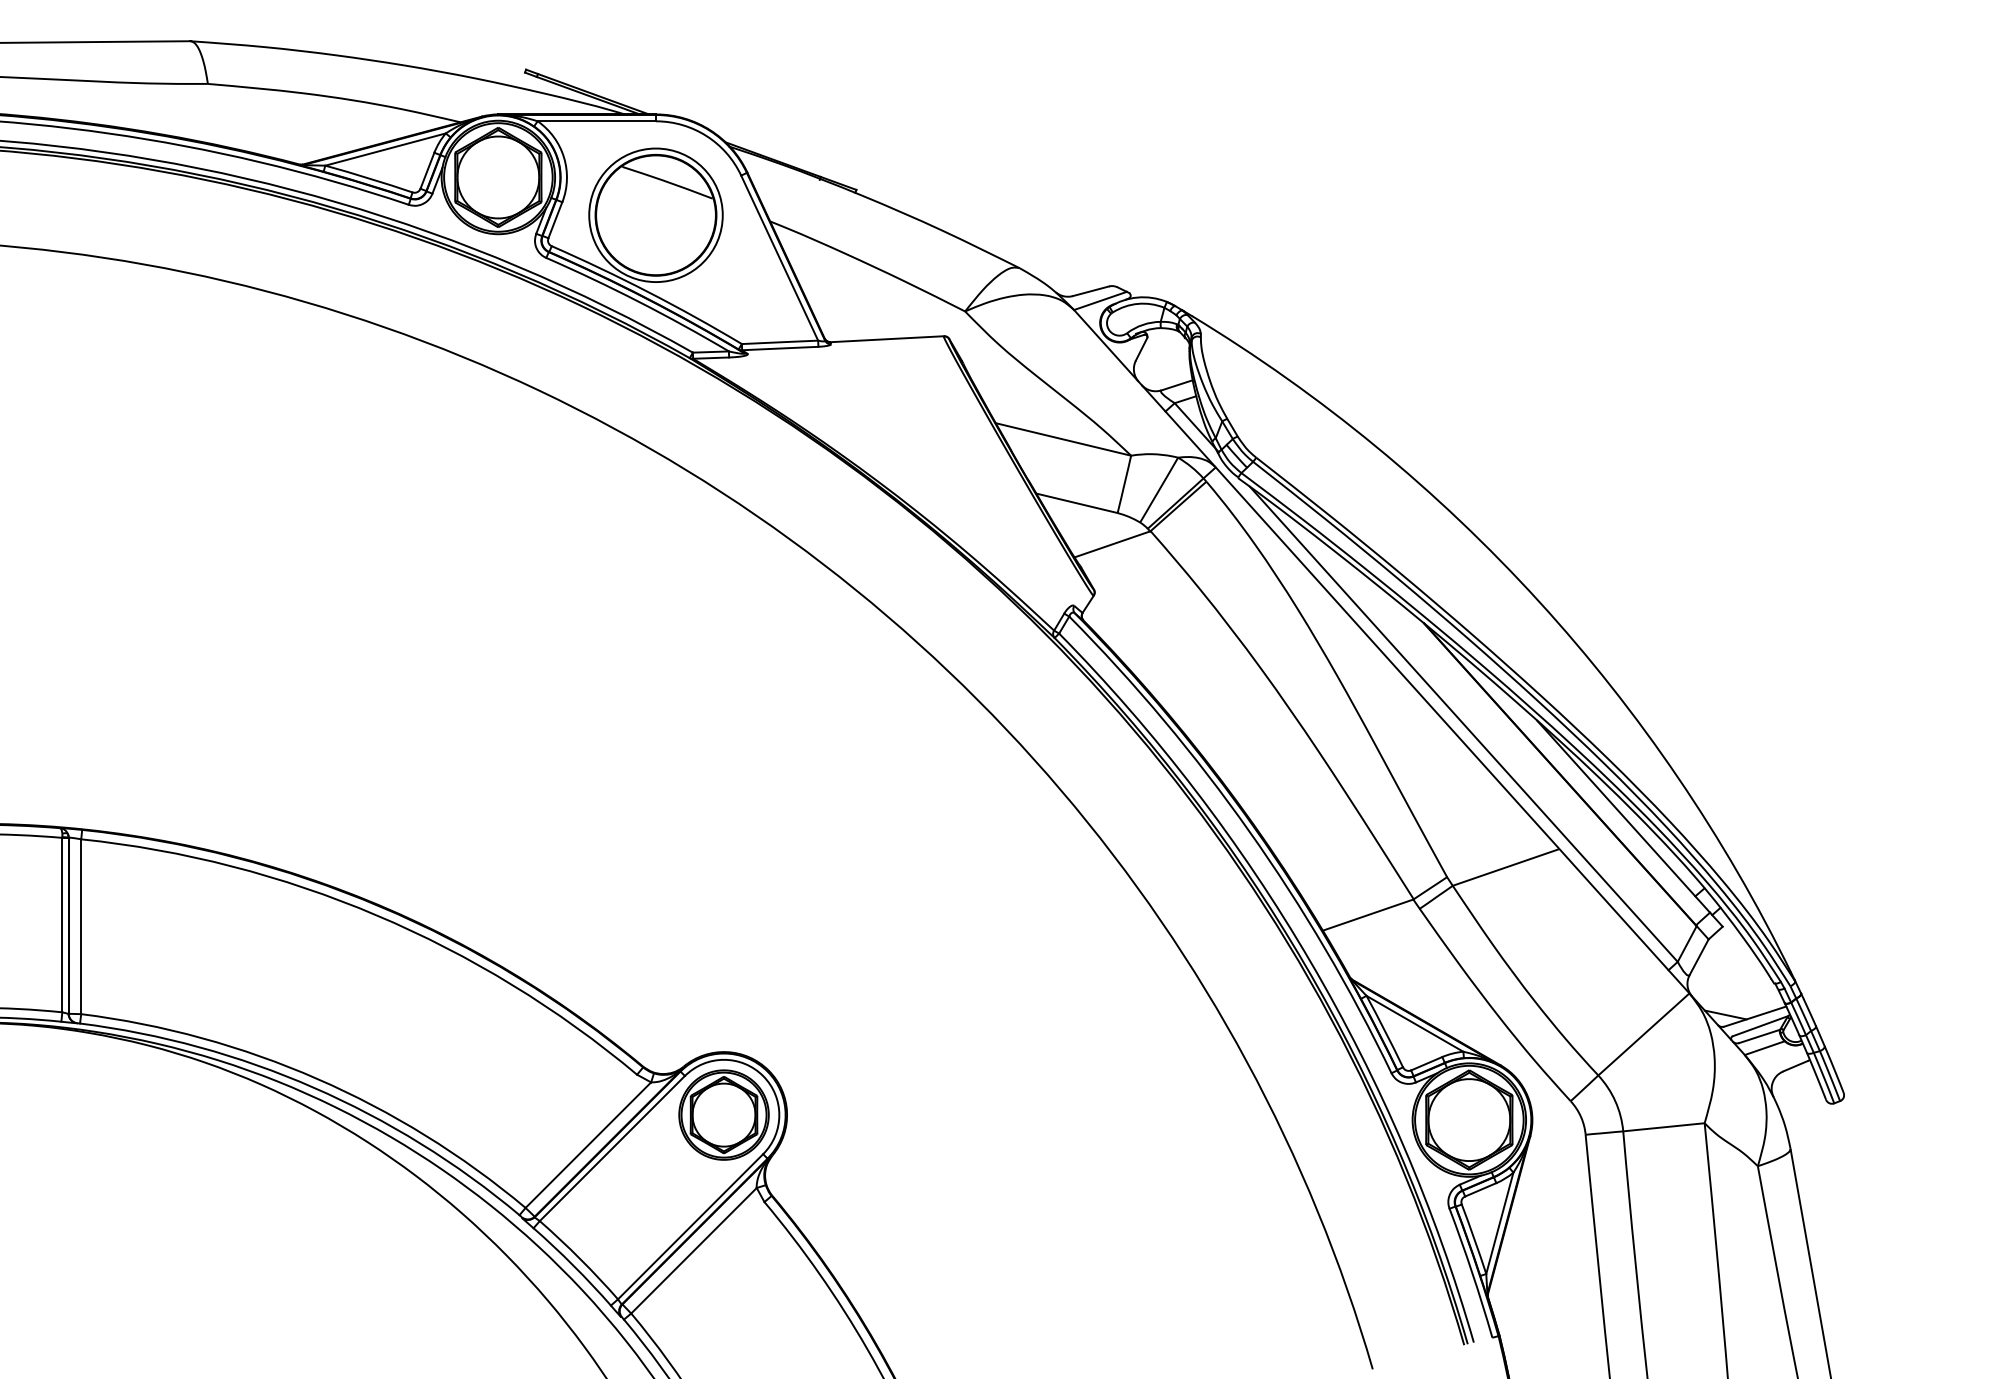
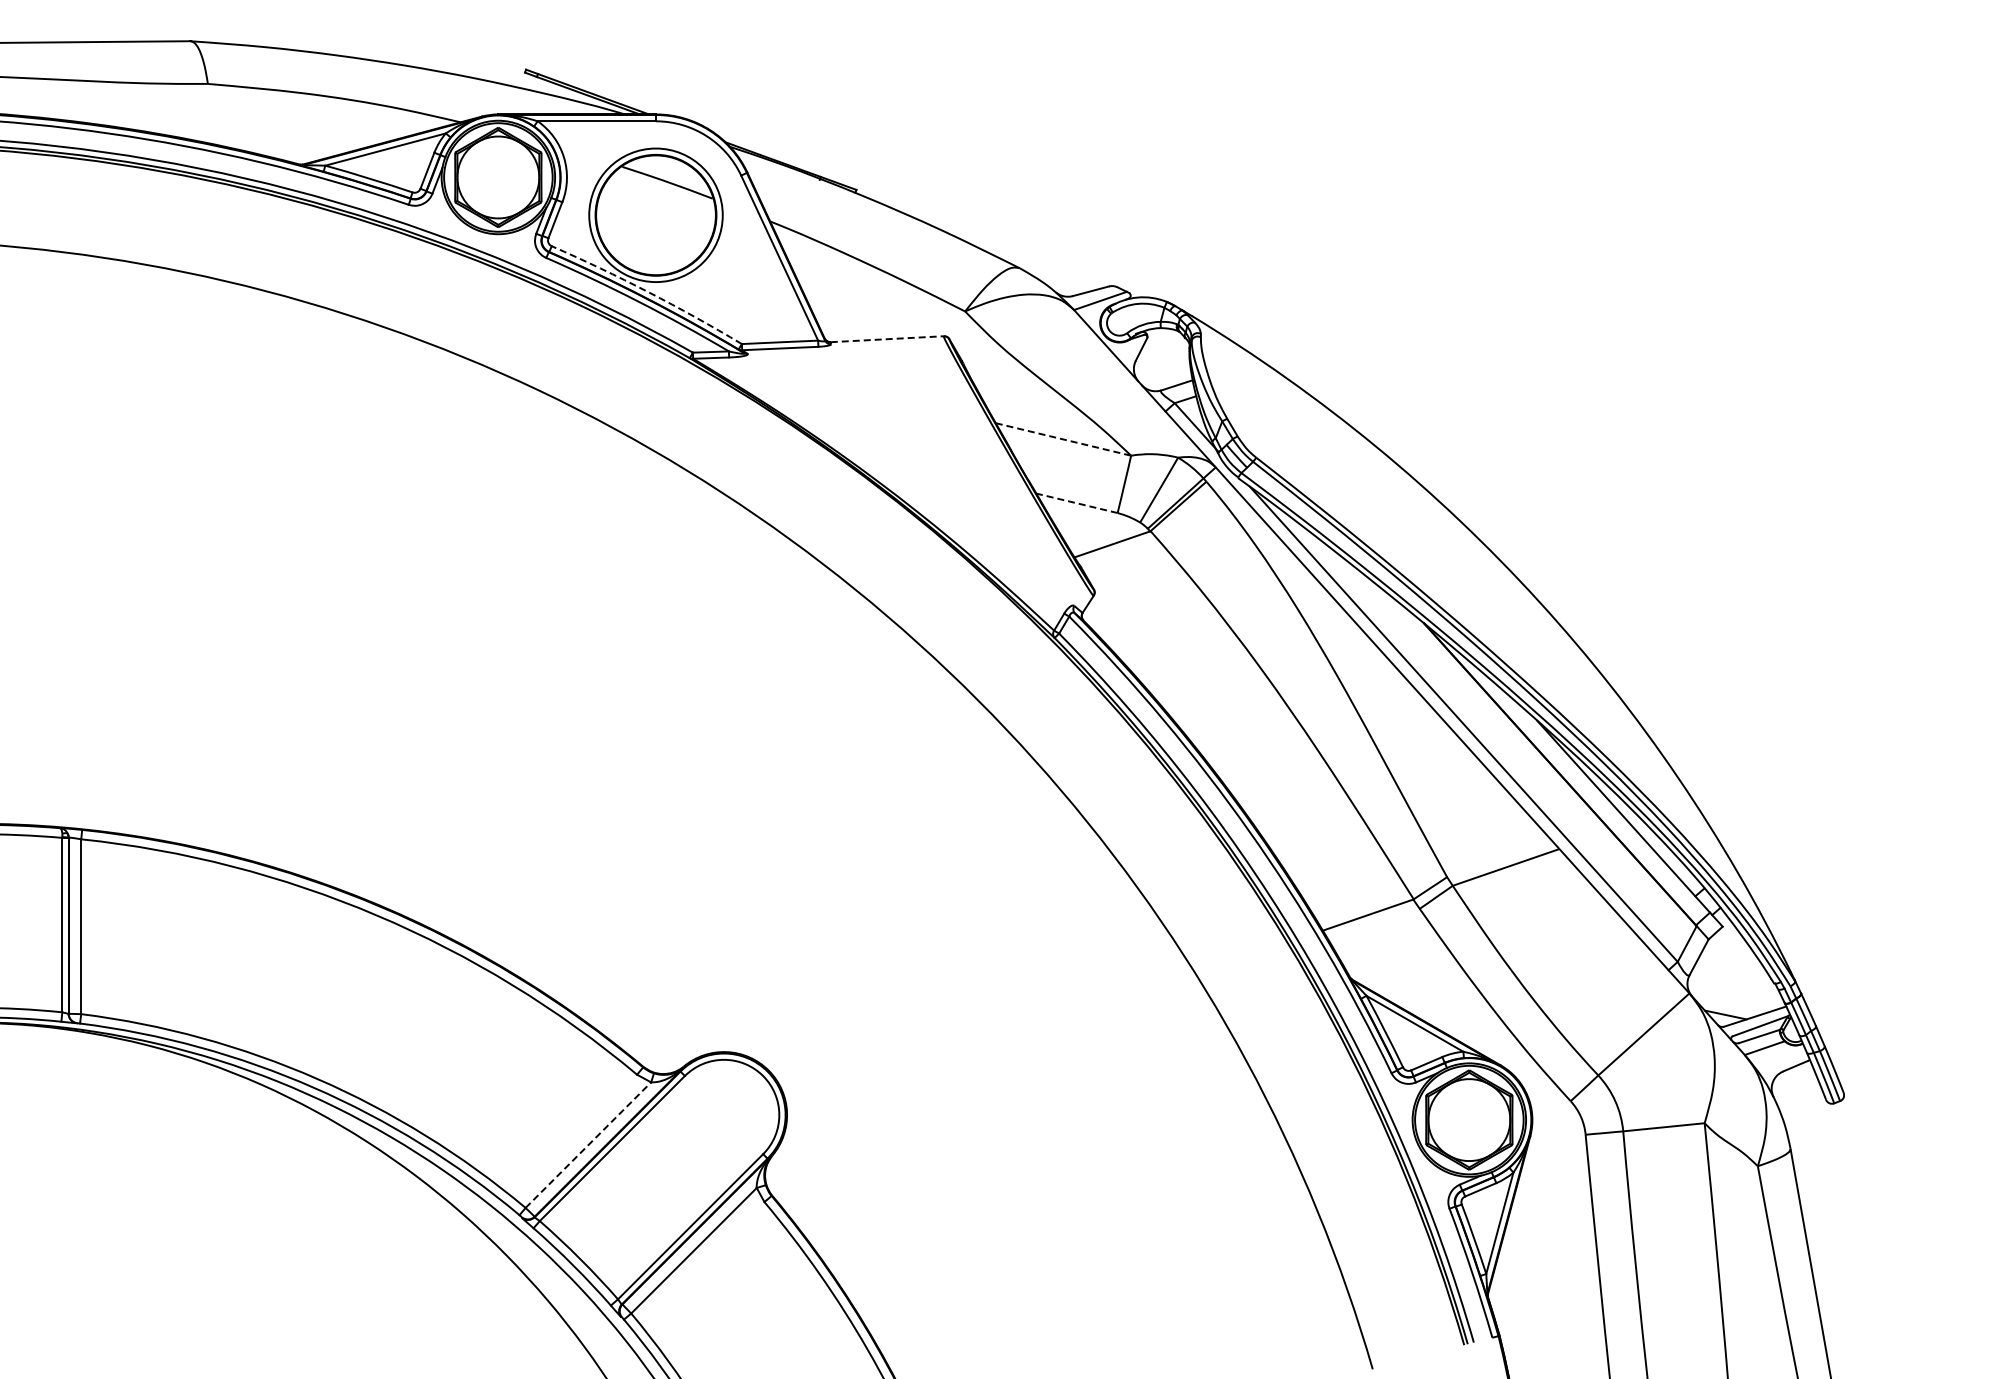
arc at (648, 292): solid -> dashed
line at (887, 339): solid -> dashed
line at (1063, 439): solid -> dashed
line at (1076, 503): solid -> dashed
part at (723, 1114): present -> none
line at (588, 1145): solid -> dashed
